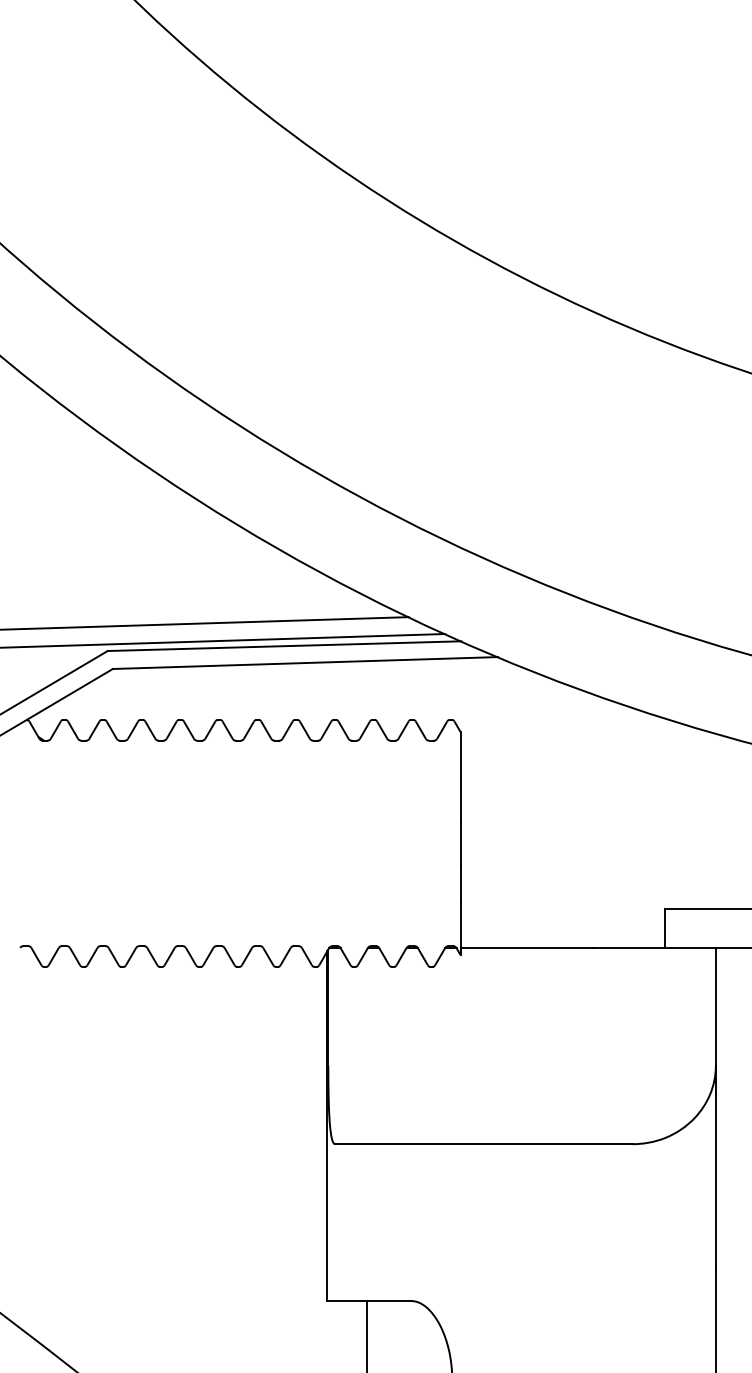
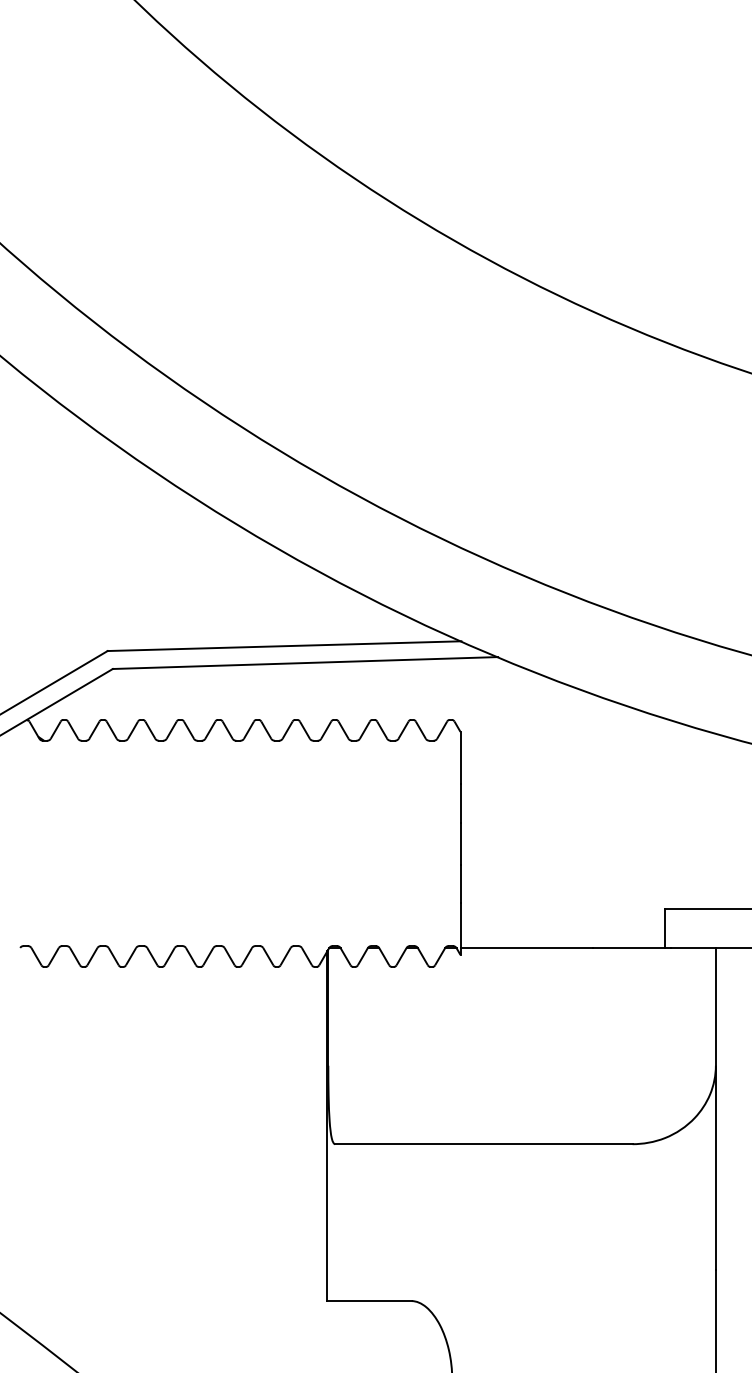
line at (205, 623): present -> none
line at (223, 640): present -> none
line at (366, 1335): present -> none
